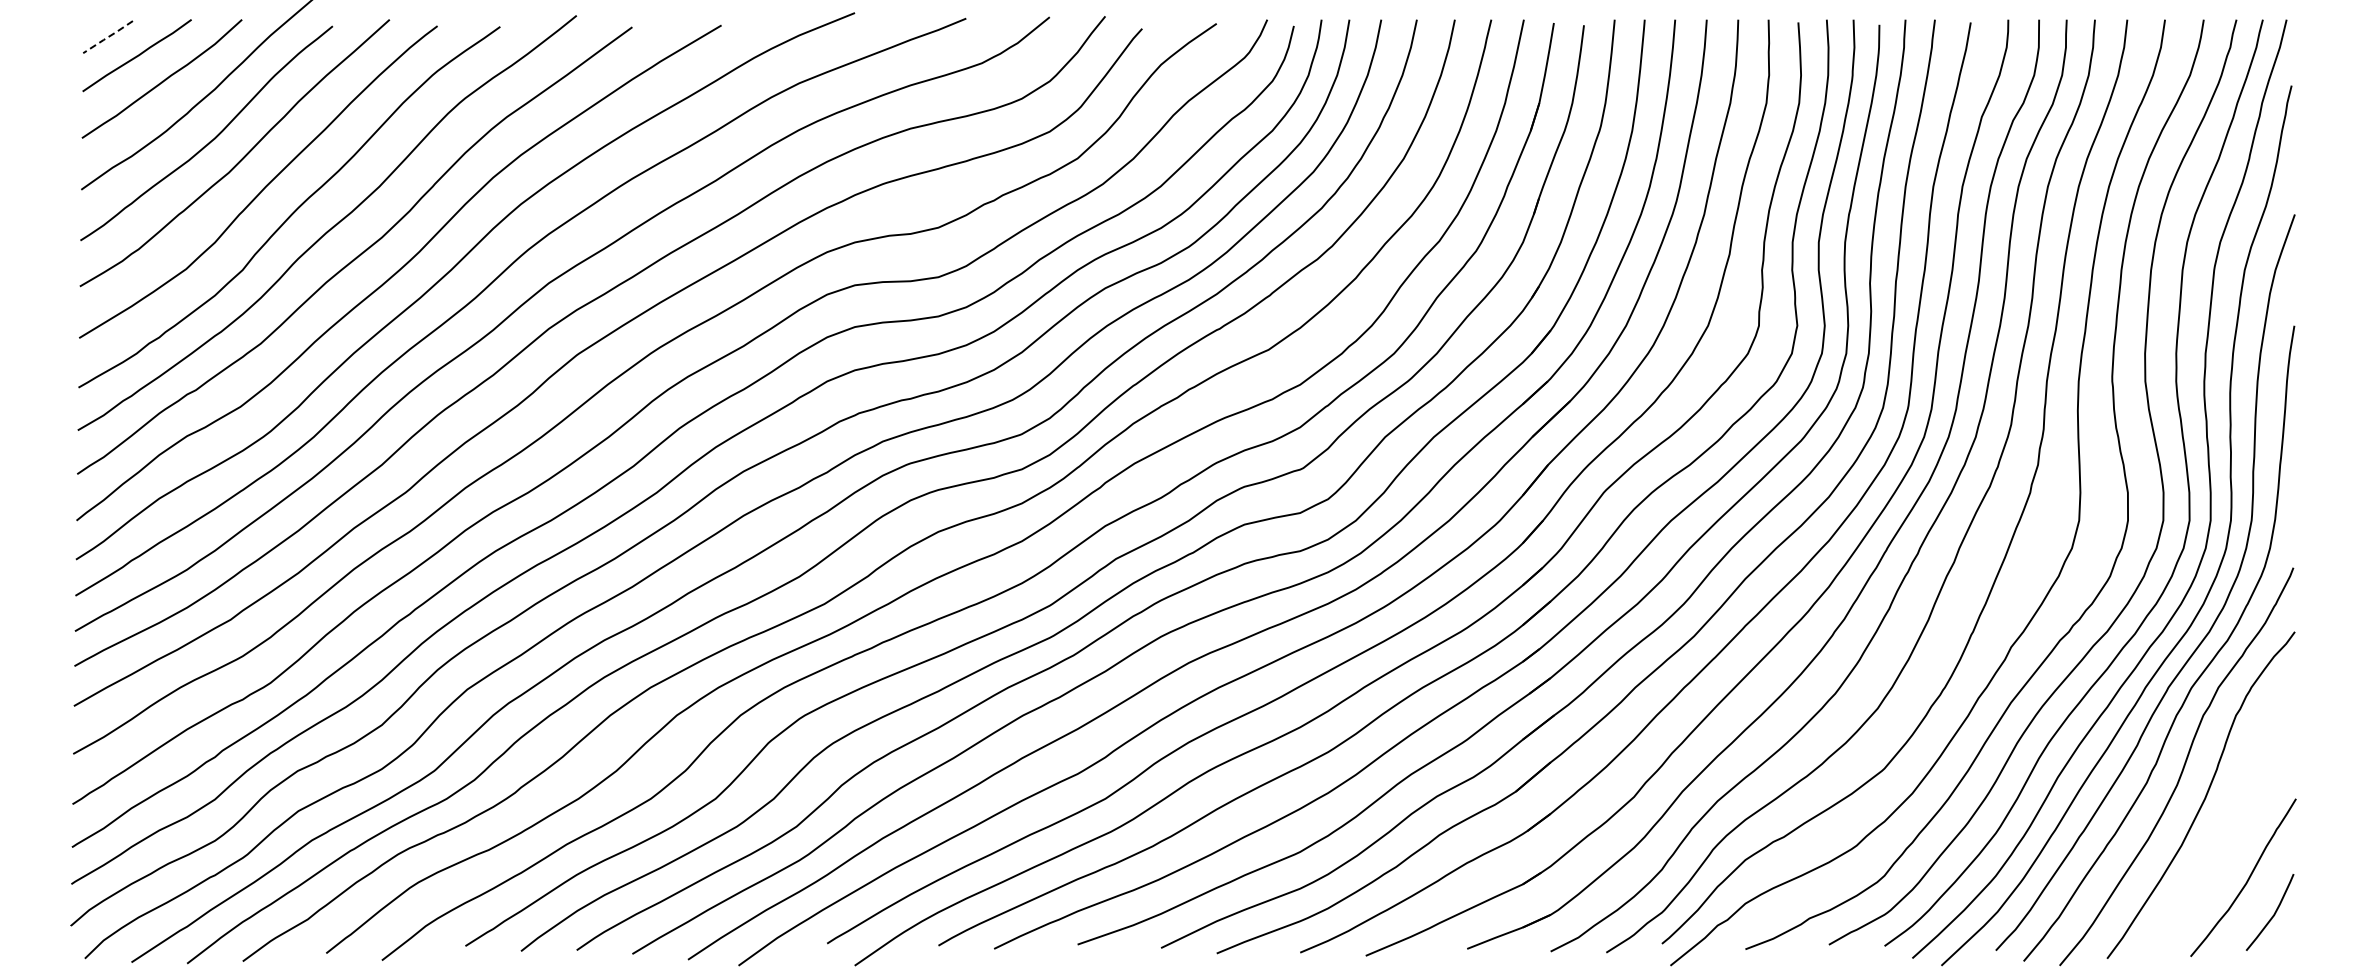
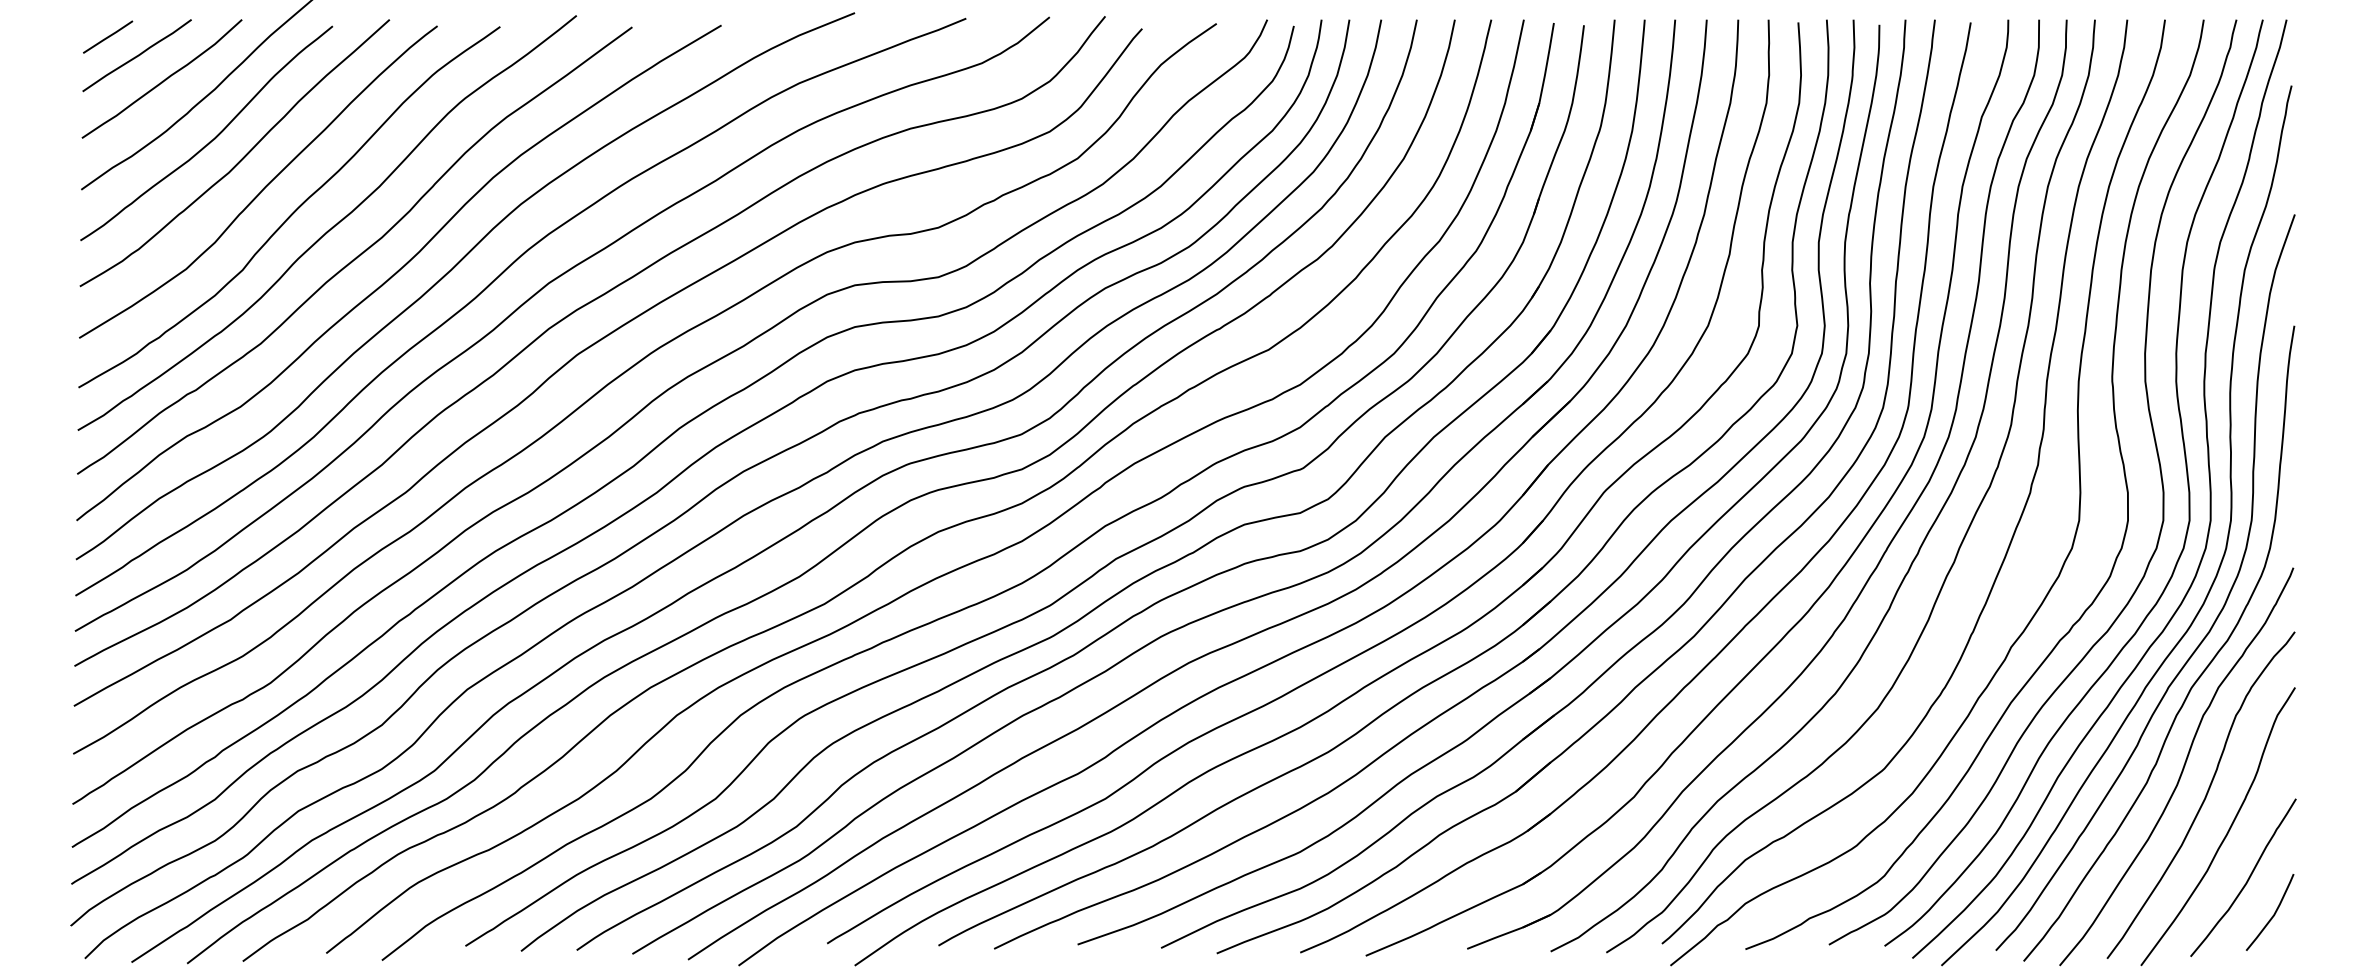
line at (107, 37): dashed -> solid
curve at (2227, 831): none -> present
